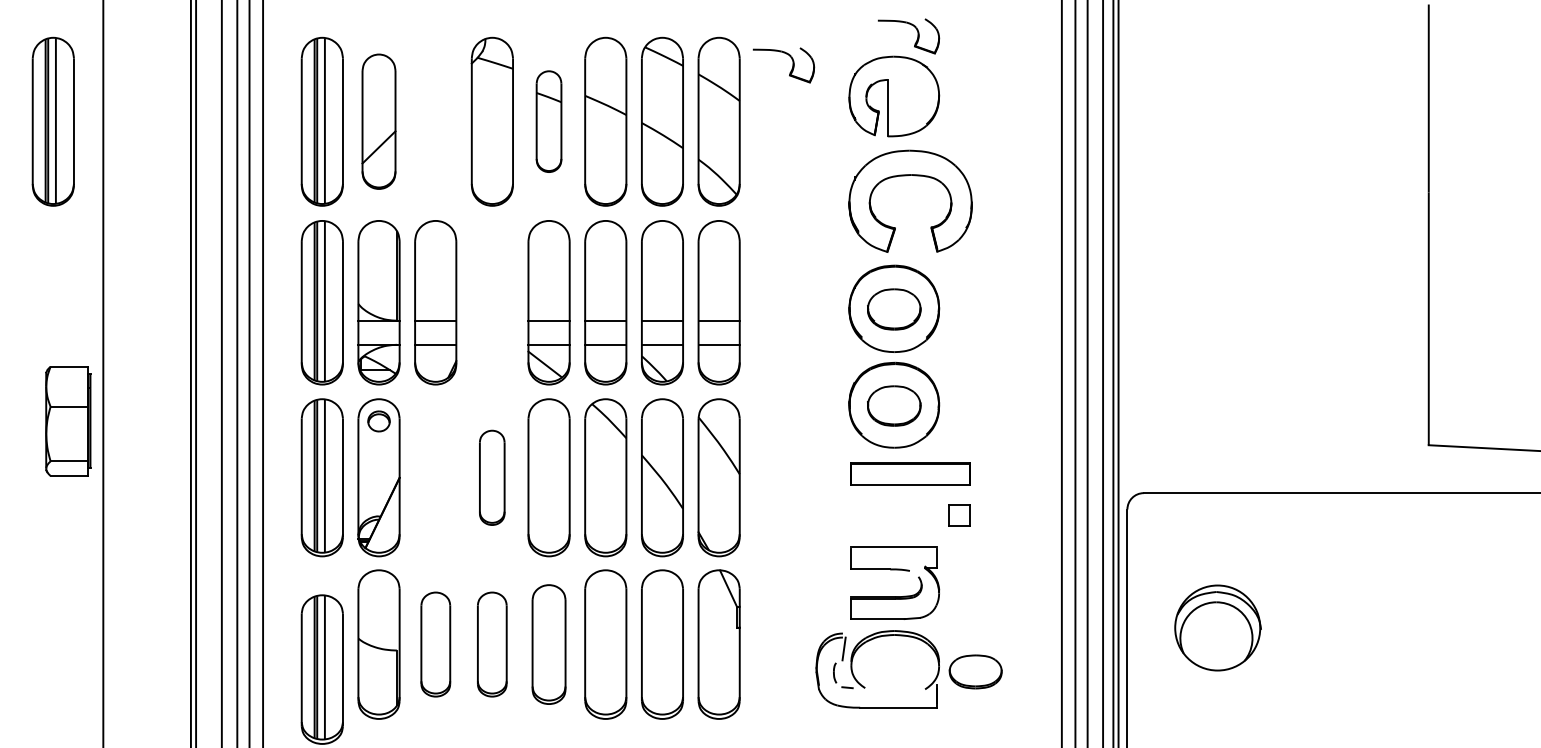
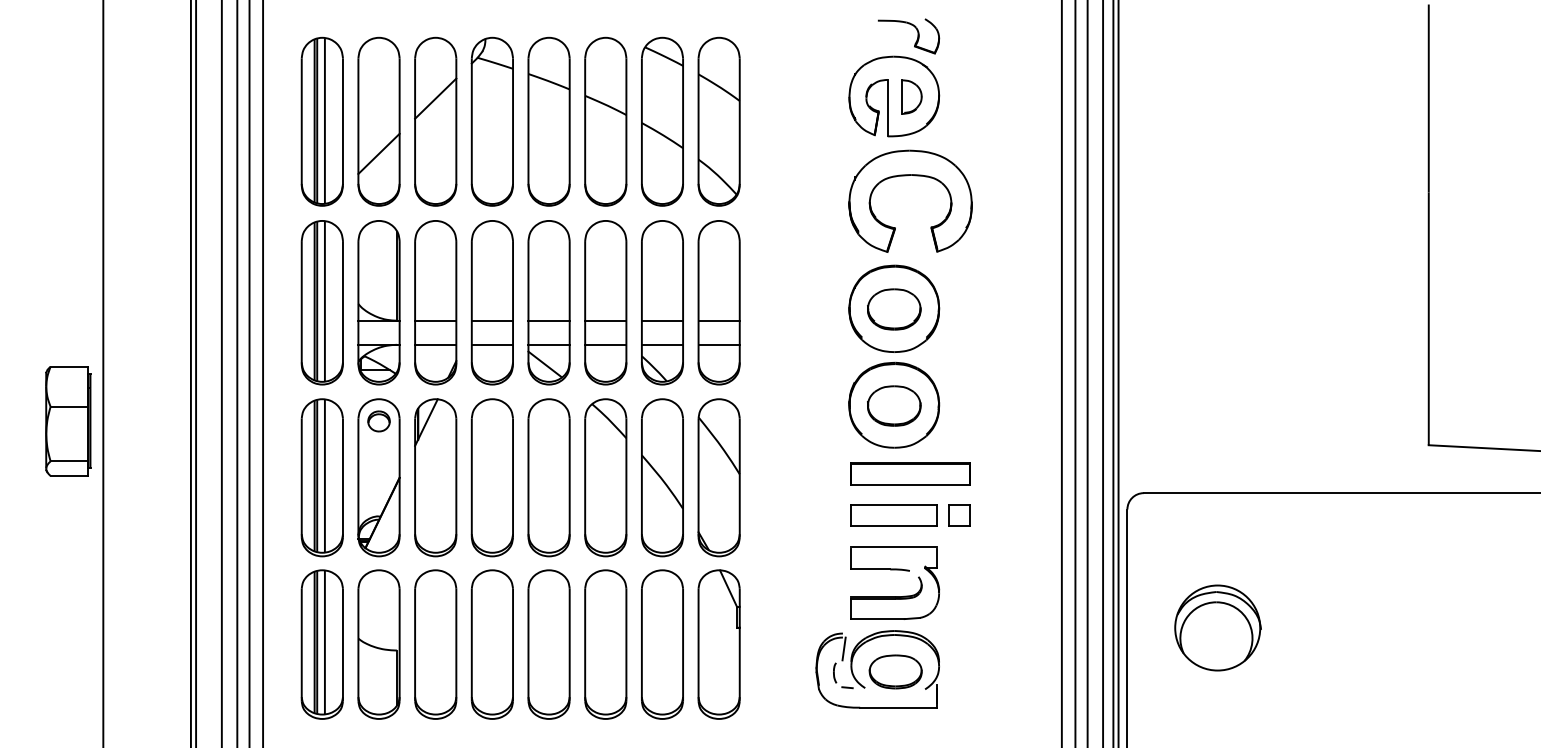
part at (791, 68): present -> none
part at (911, 96): none -> present
part at (52, 121): present -> none
part at (378, 121) size: 36x137 px -> 44x171 px
part at (435, 121): none -> present
part at (548, 121) size: 28x103 px -> 44x171 px
part at (491, 302): none -> present
part at (435, 477): none -> present
part at (492, 477) size: 27x97 px -> 44x160 px
part at (893, 515): none -> present
part at (435, 644) size: 32x107 px -> 44x151 px
part at (492, 644) size: 31x107 px -> 44x151 px
part at (548, 644) size: 36x121 px -> 44x151 px
part at (321, 669) position: (321, 669) -> (321, 644)
part at (975, 671) position: (975, 671) -> (895, 671)
